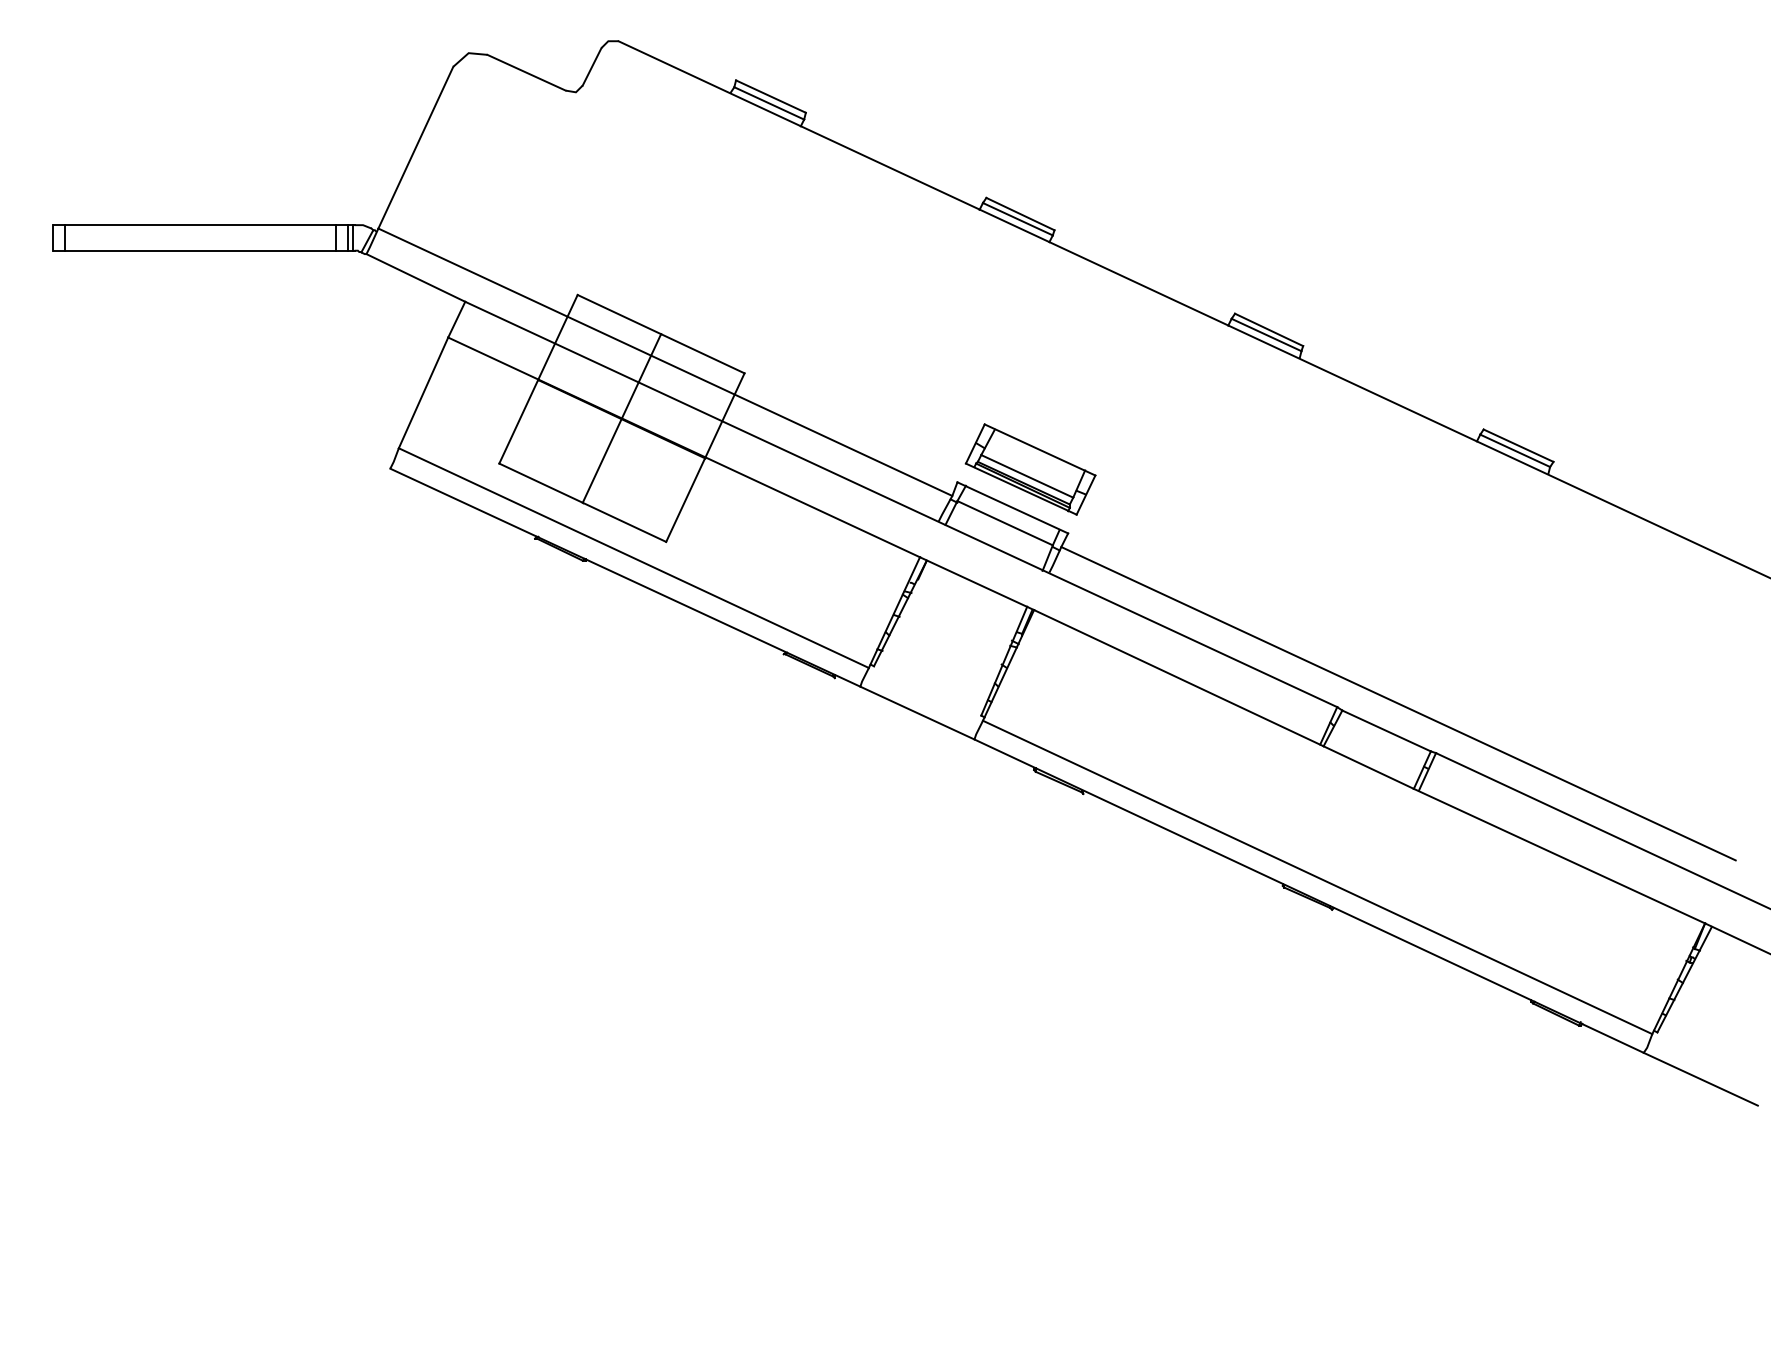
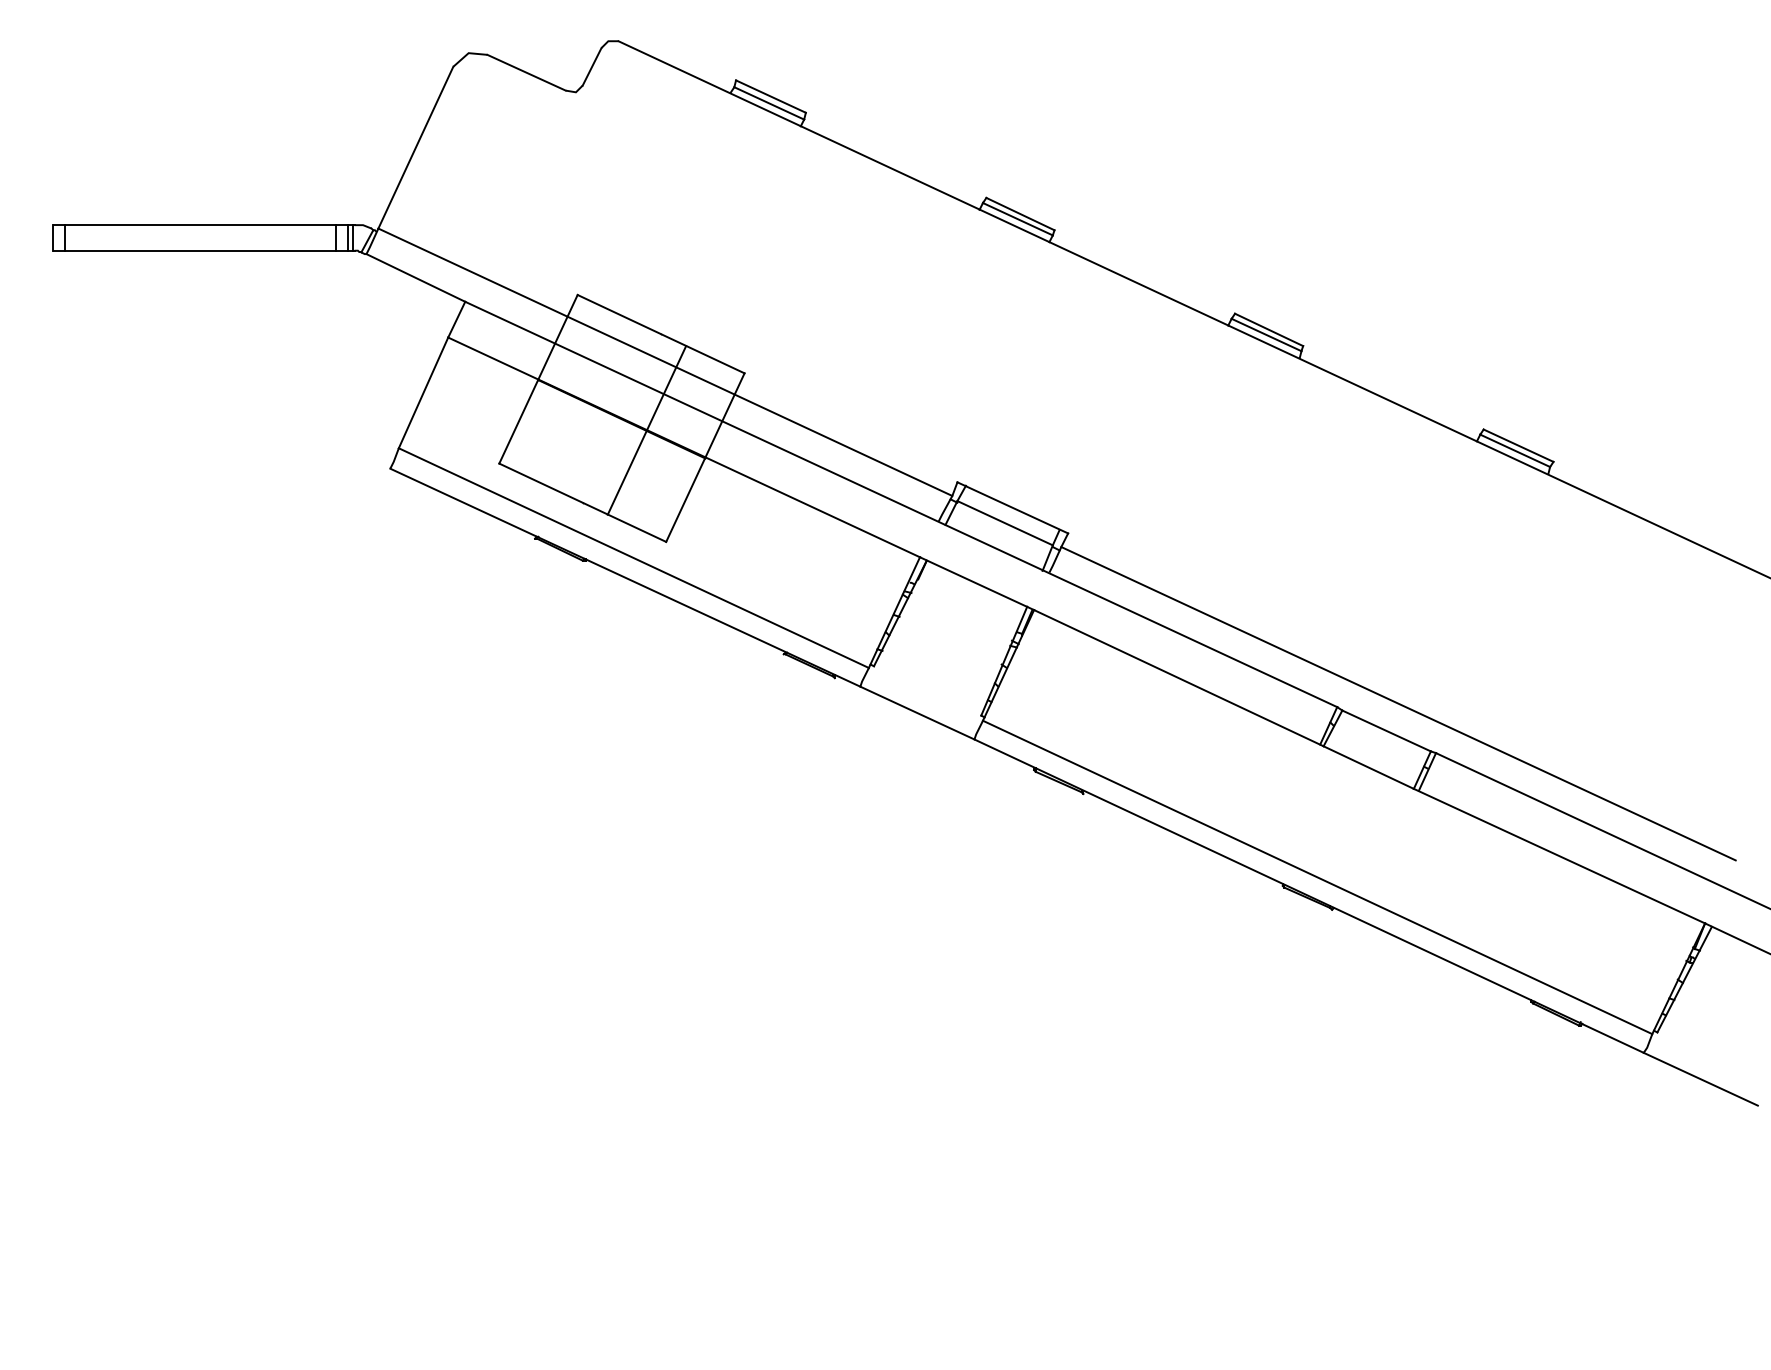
line at (621, 418) position: (621, 418) -> (646, 430)
part at (1030, 469): present -> none
